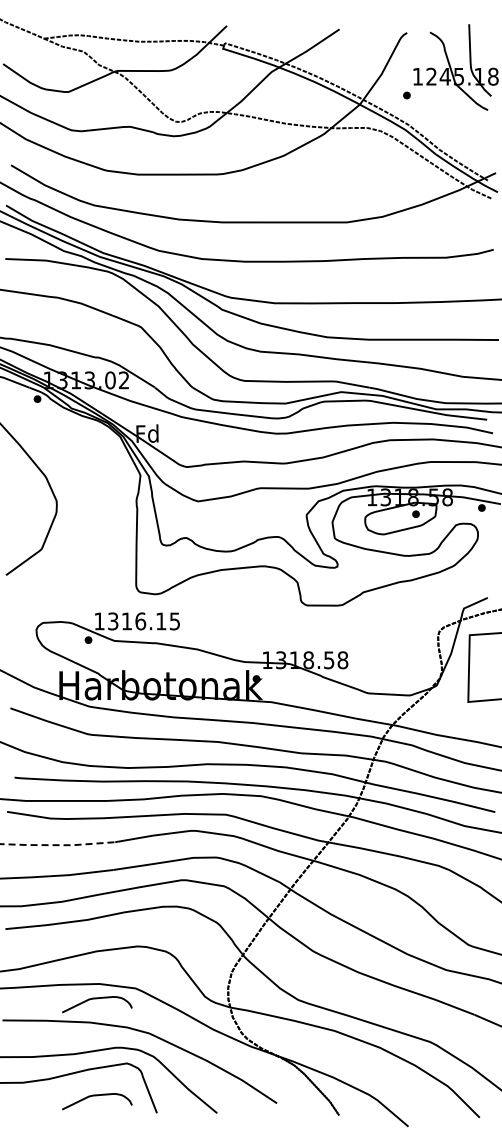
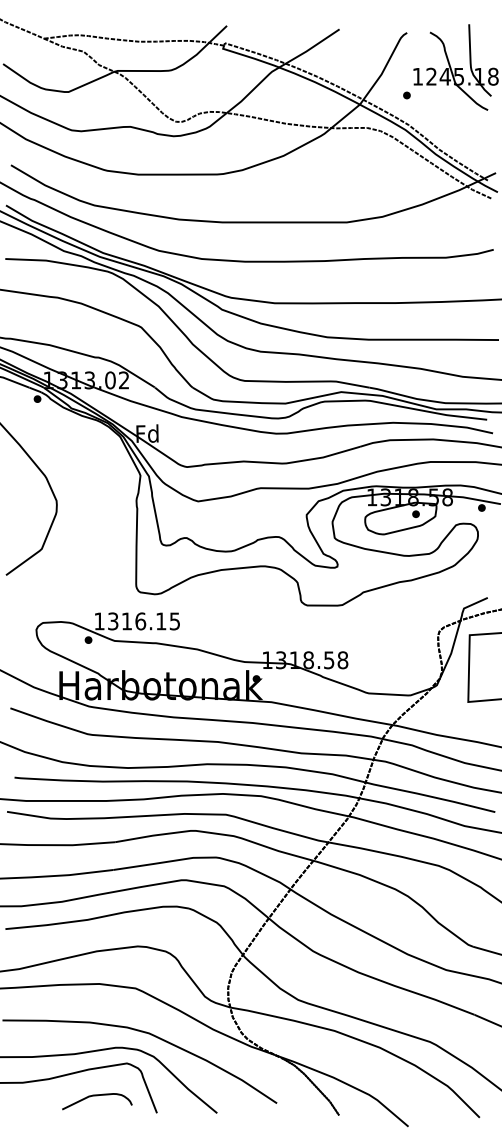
line at (57, 845): dashed -> solid
curve at (97, 999): present -> none
